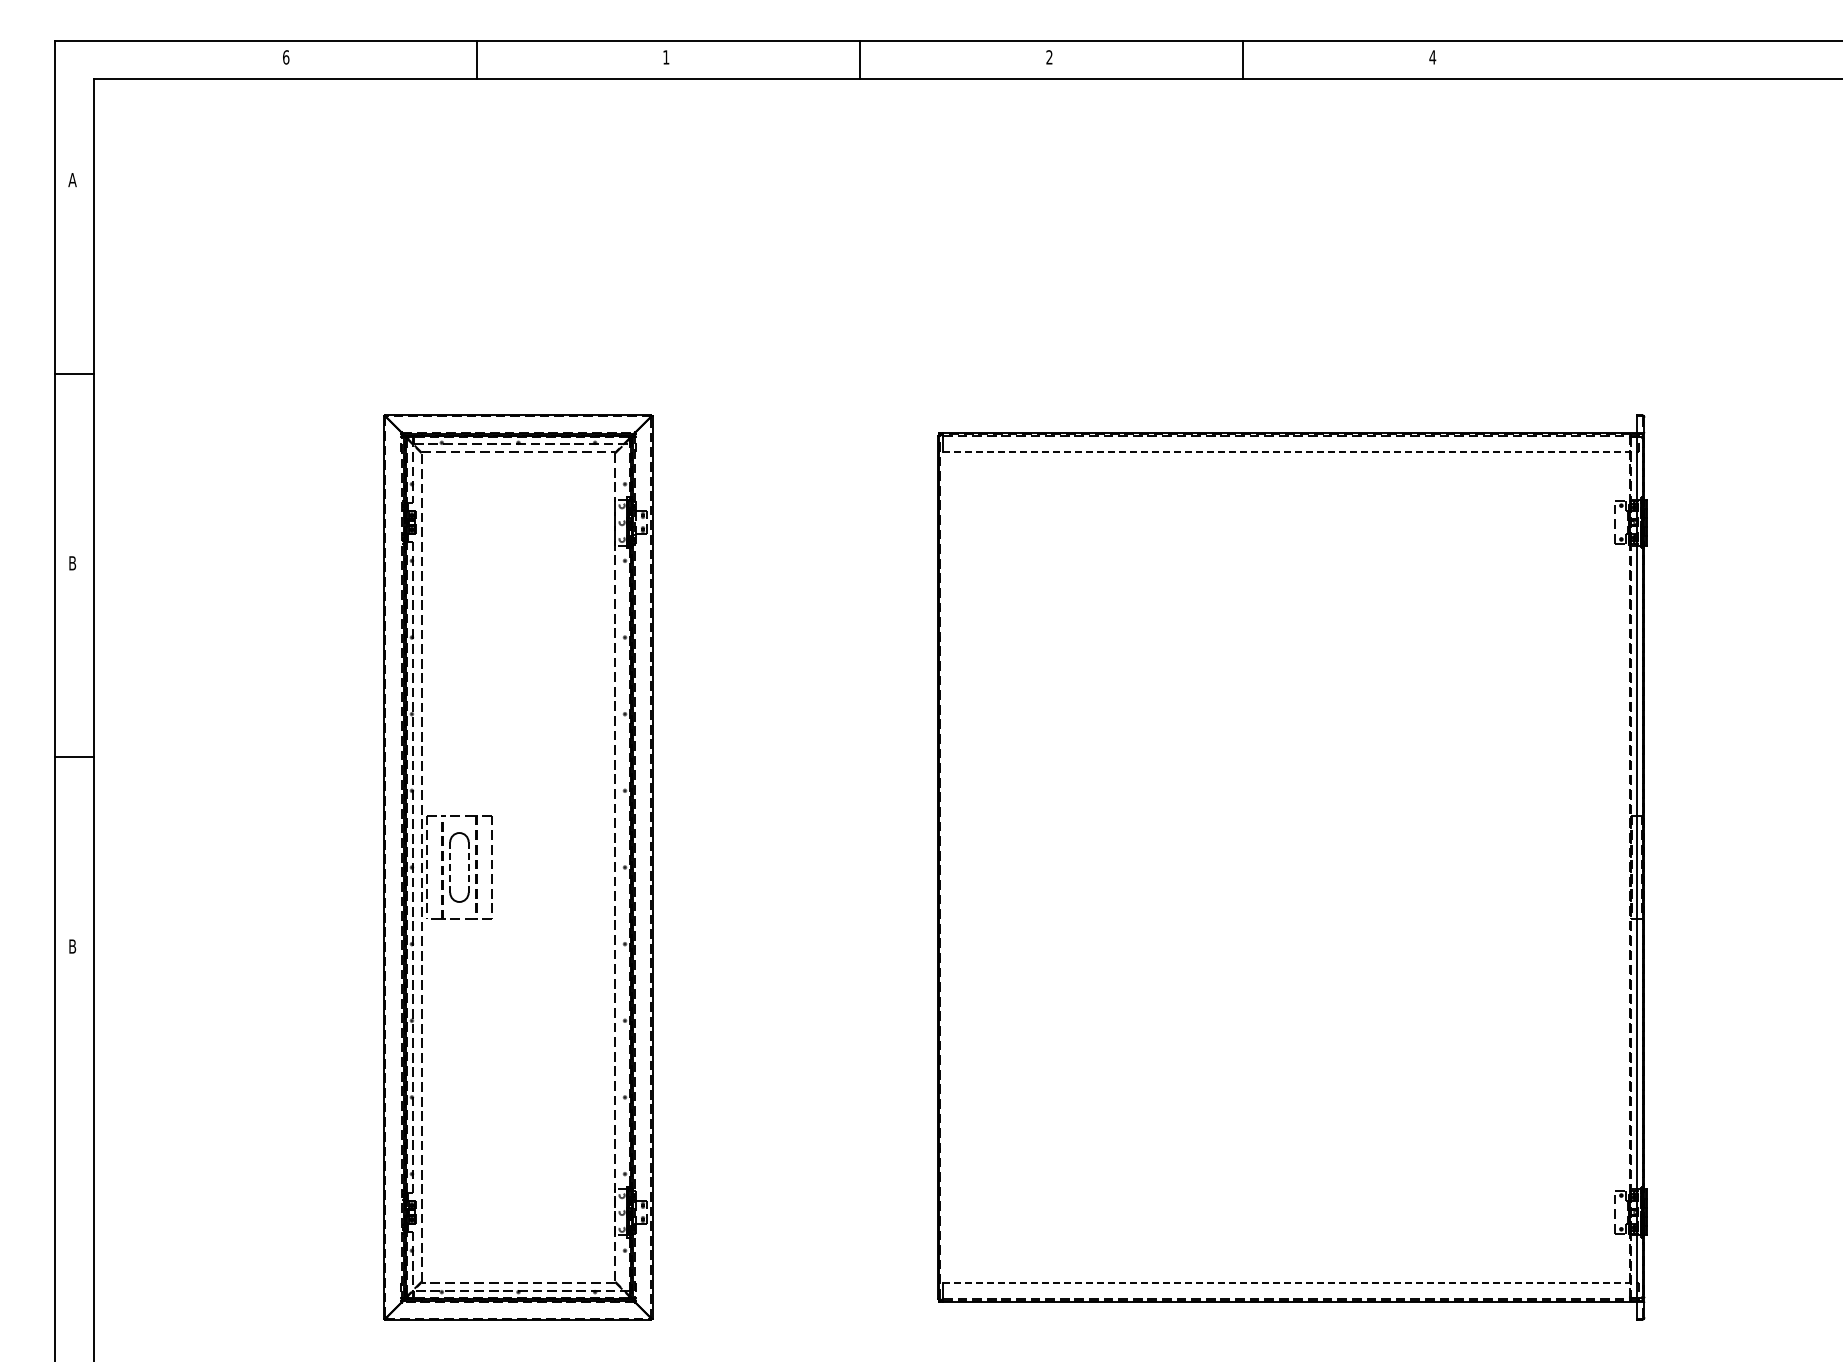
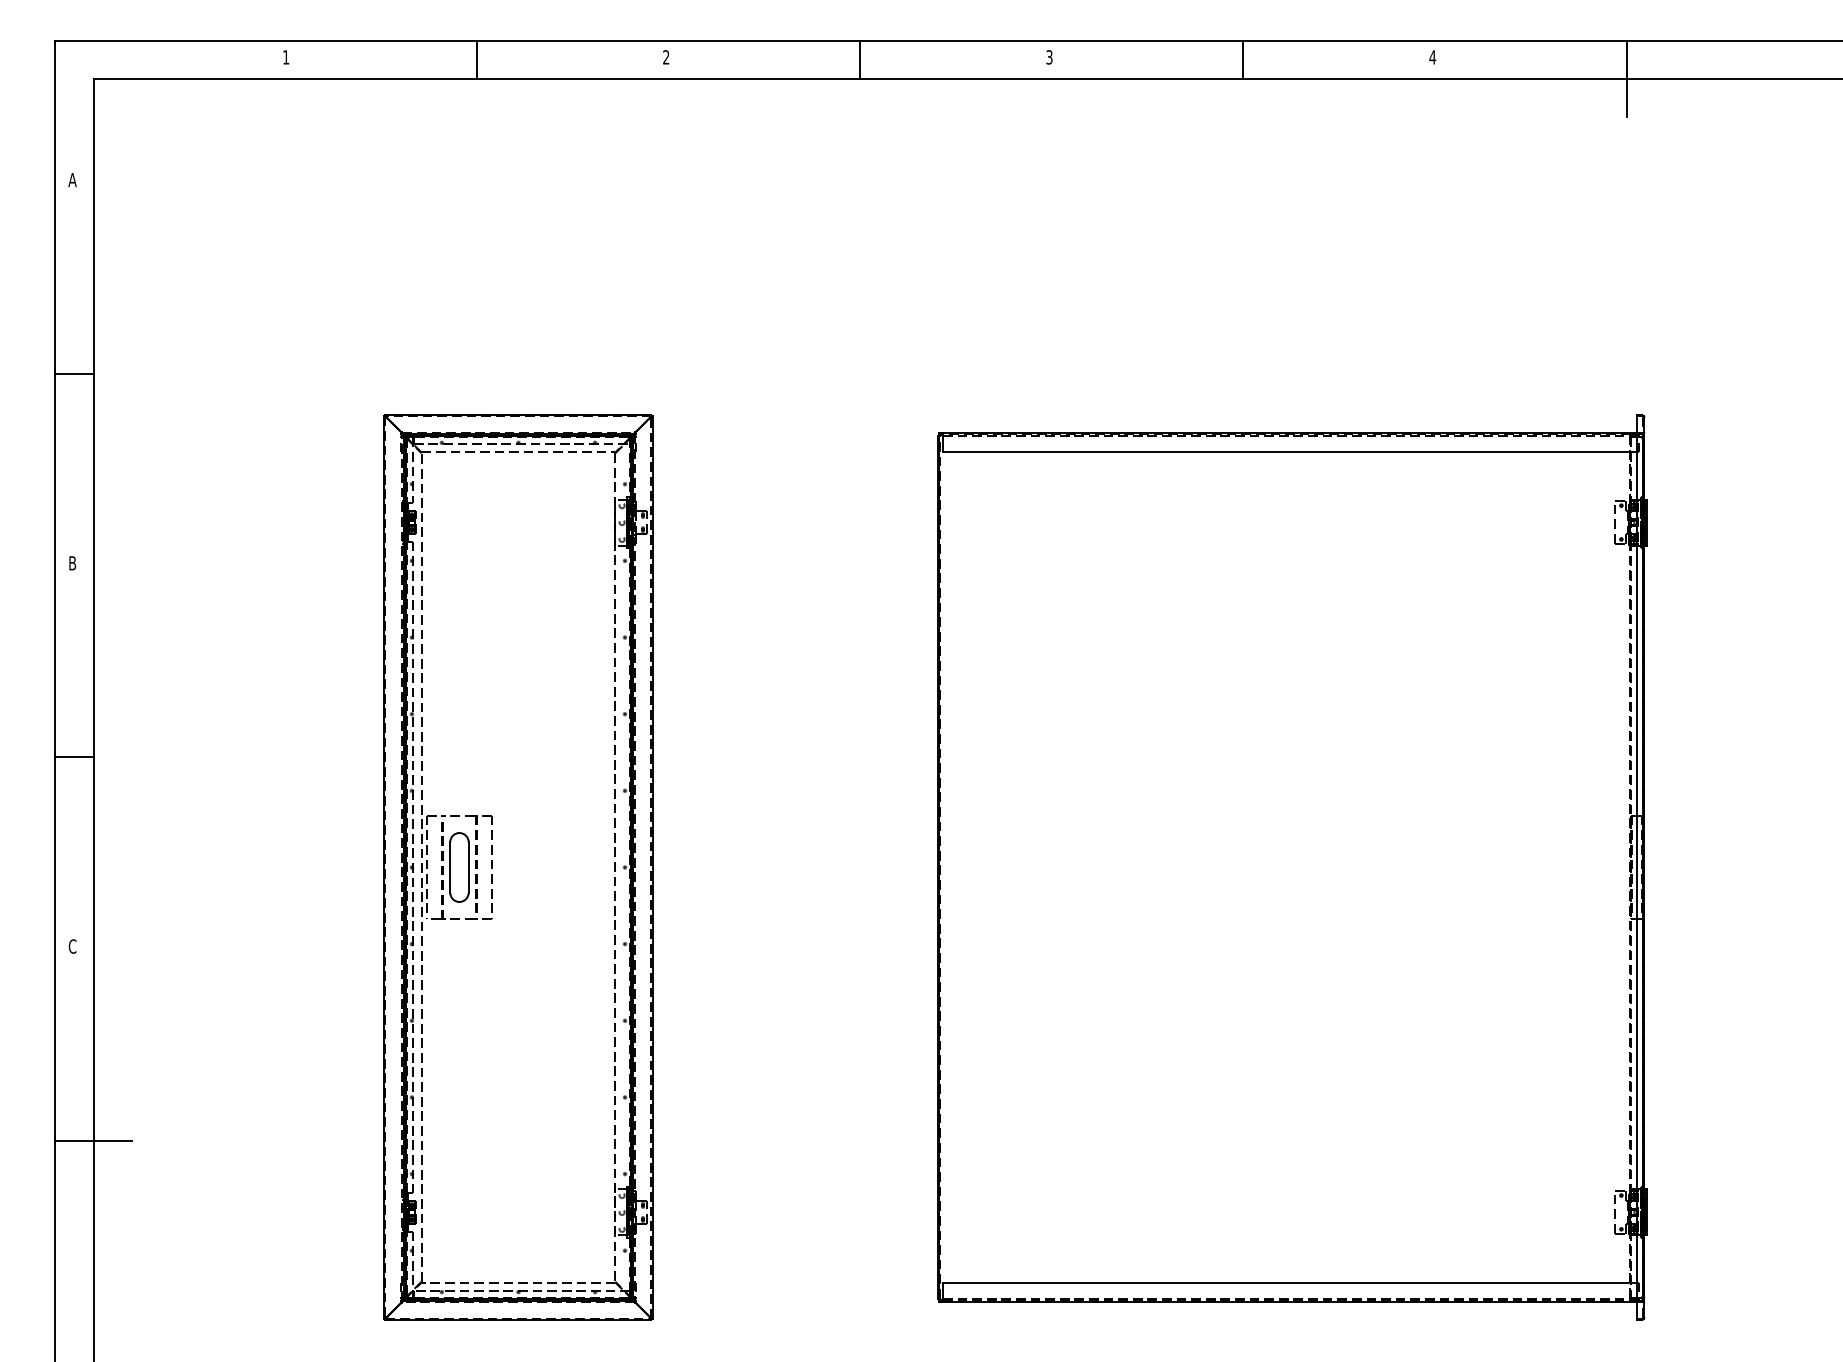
text at (286, 57): 6 -> 1
text at (666, 57): 1 -> 2
text at (1049, 57): 2 -> 3
line at (1626, 78): none -> present
line at (1289, 452): dashed -> solid
line at (450, 867): dashed -> solid
line at (468, 867): dashed -> solid
text at (72, 946): B -> C
line at (93, 1140): none -> present
line at (1289, 1282): dashed -> solid
